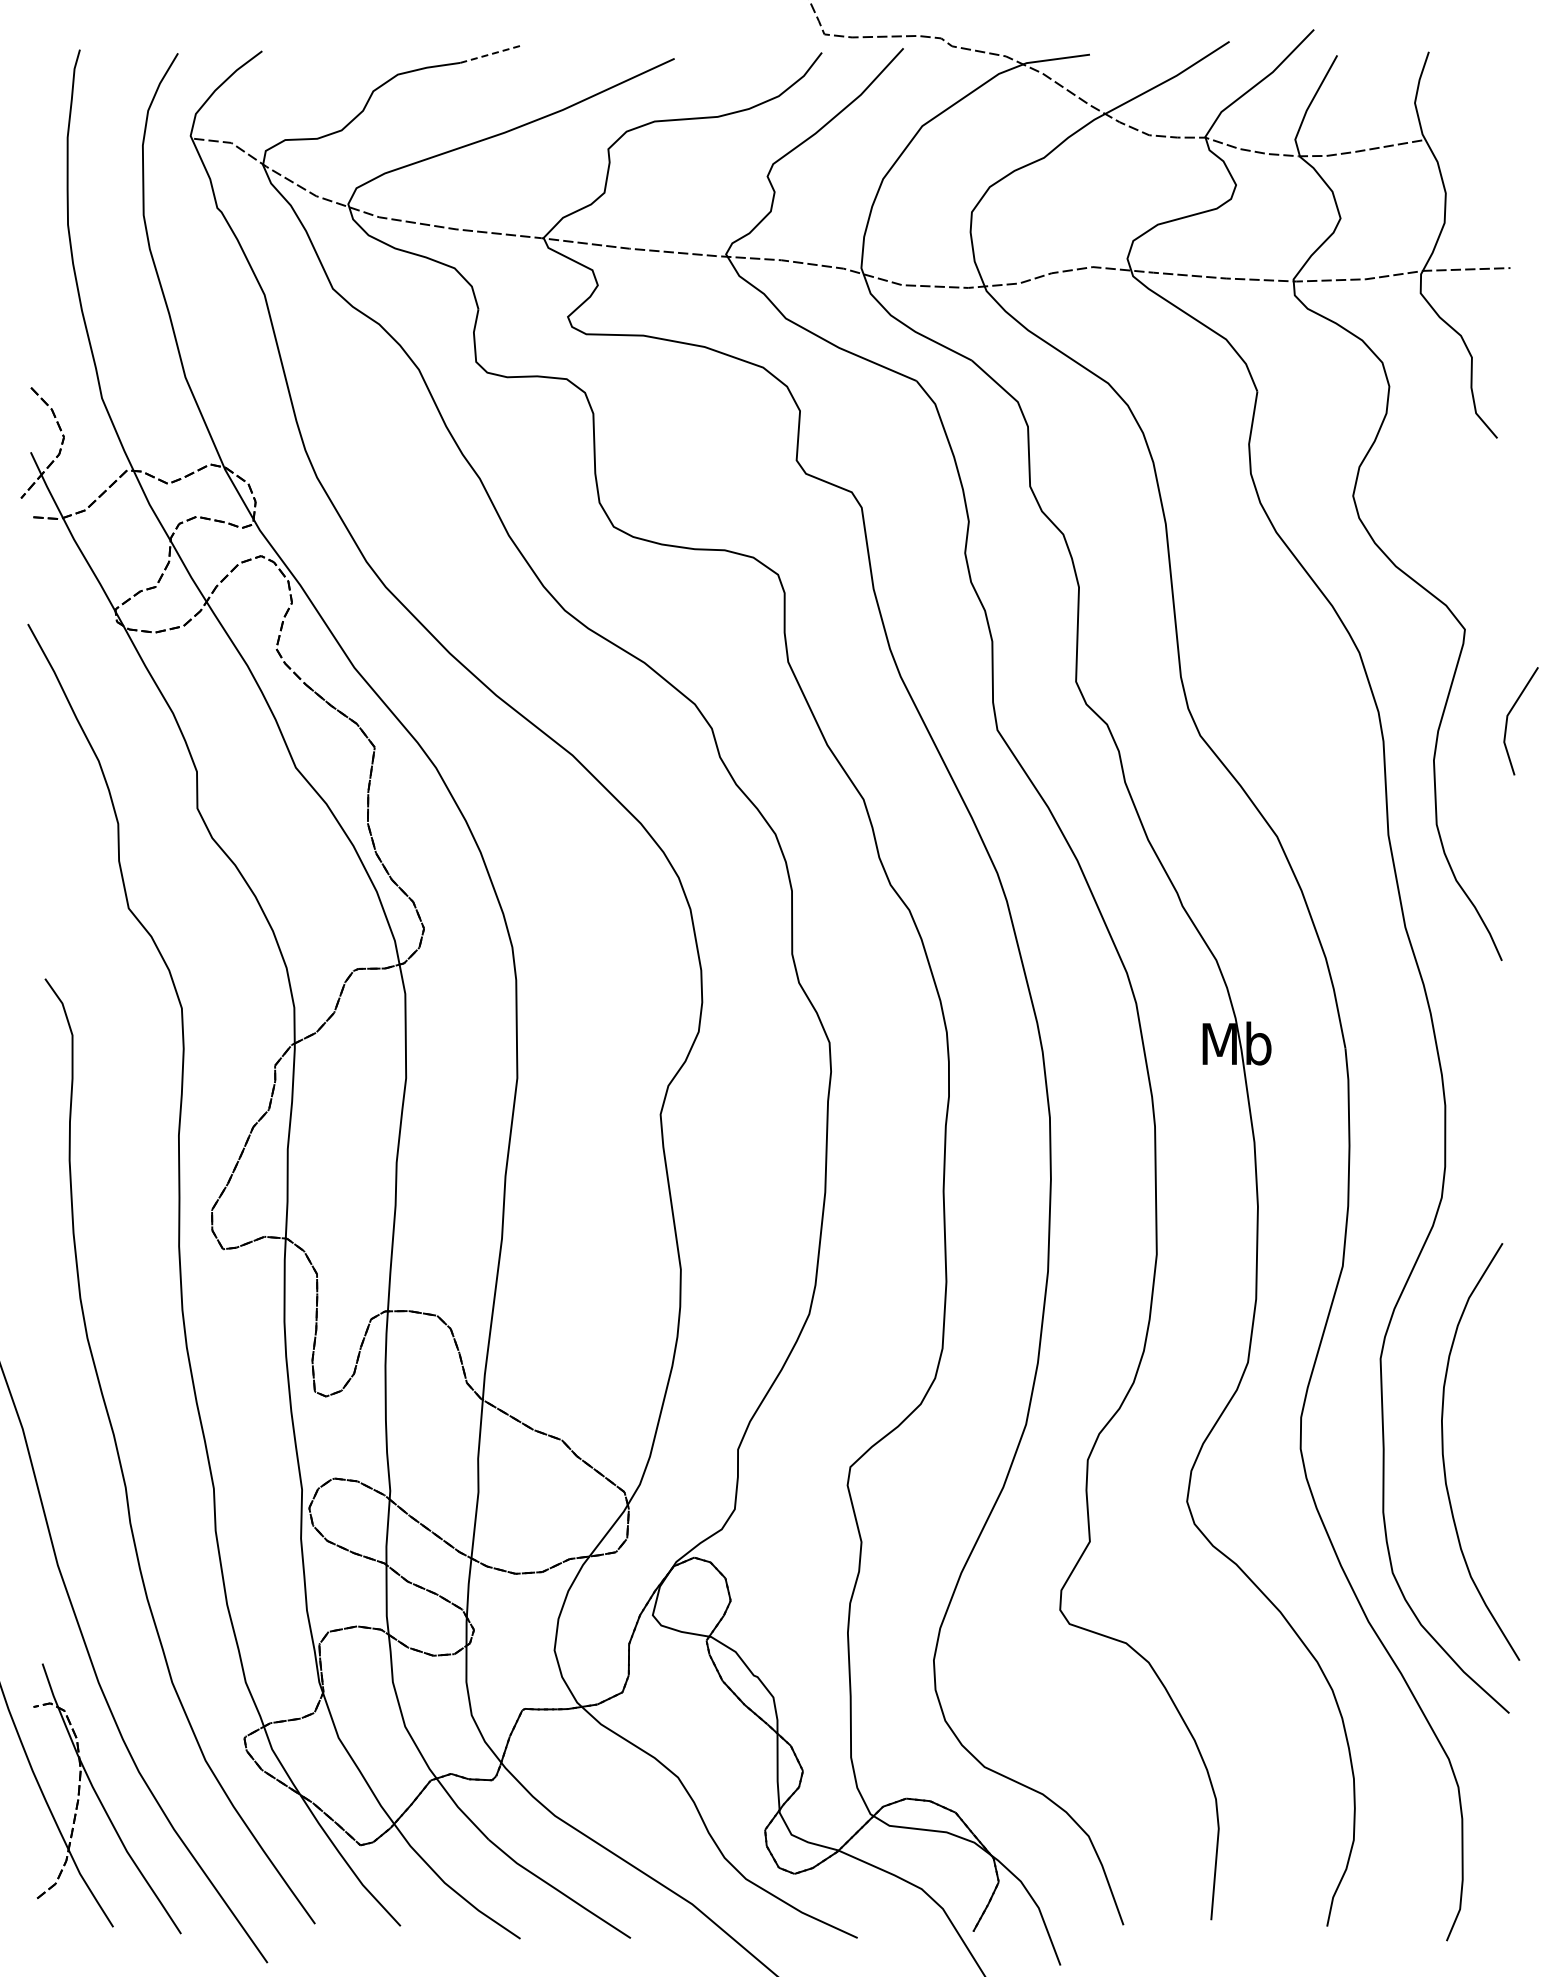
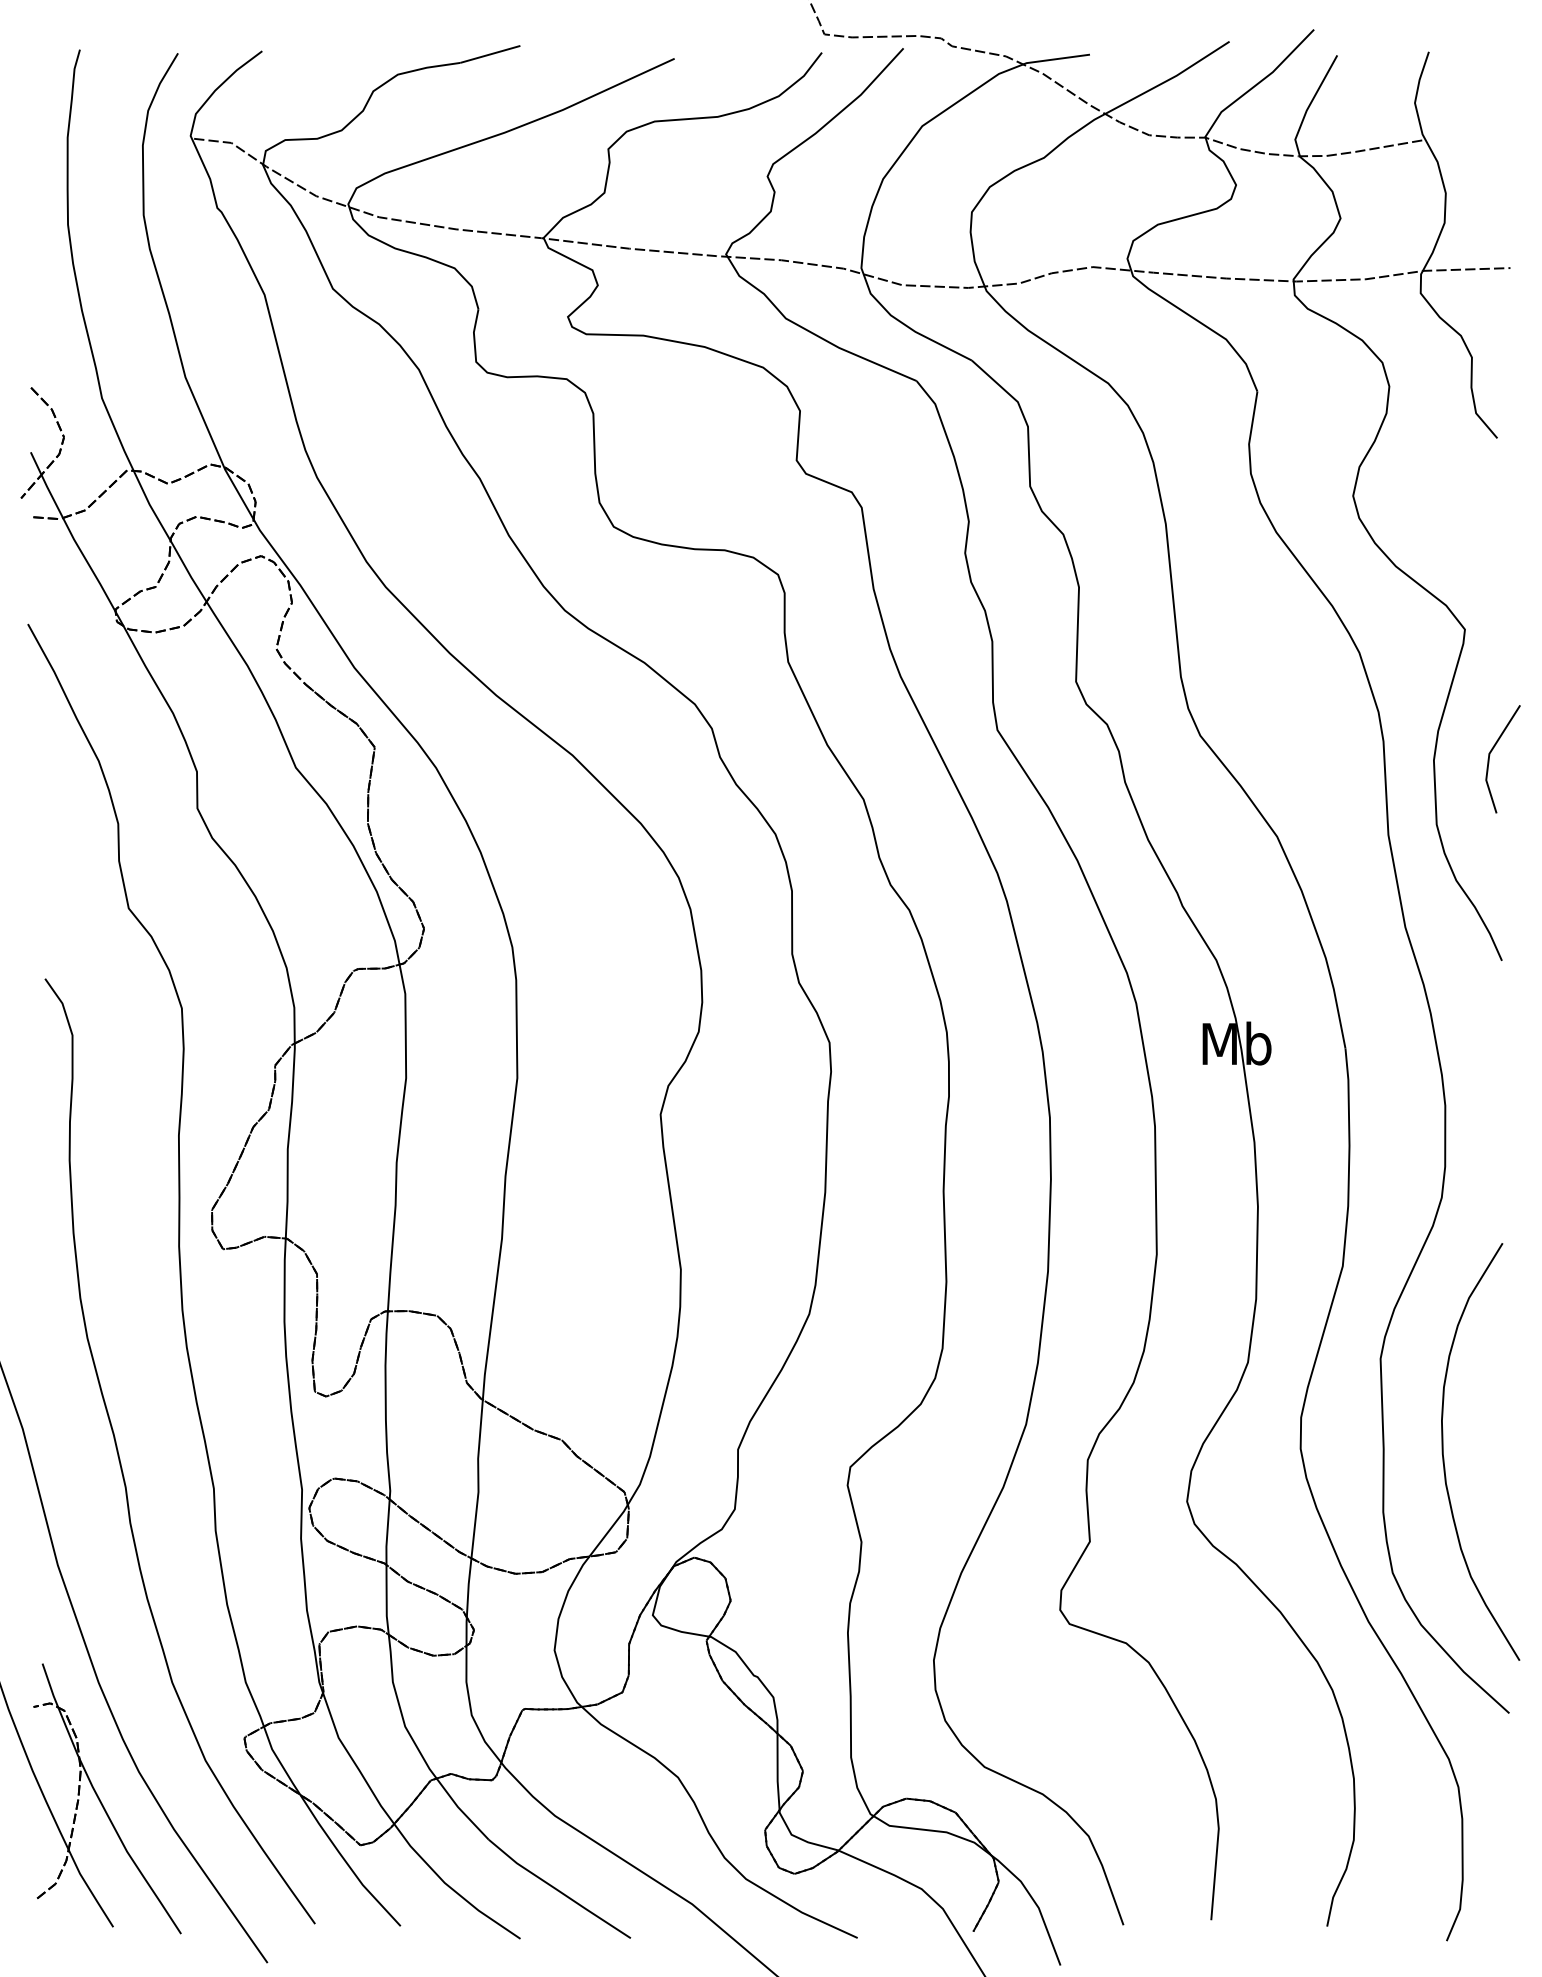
line at (490, 54): dashed -> solid
line at (1508, 717) position: (1508, 717) -> (1490, 755)
